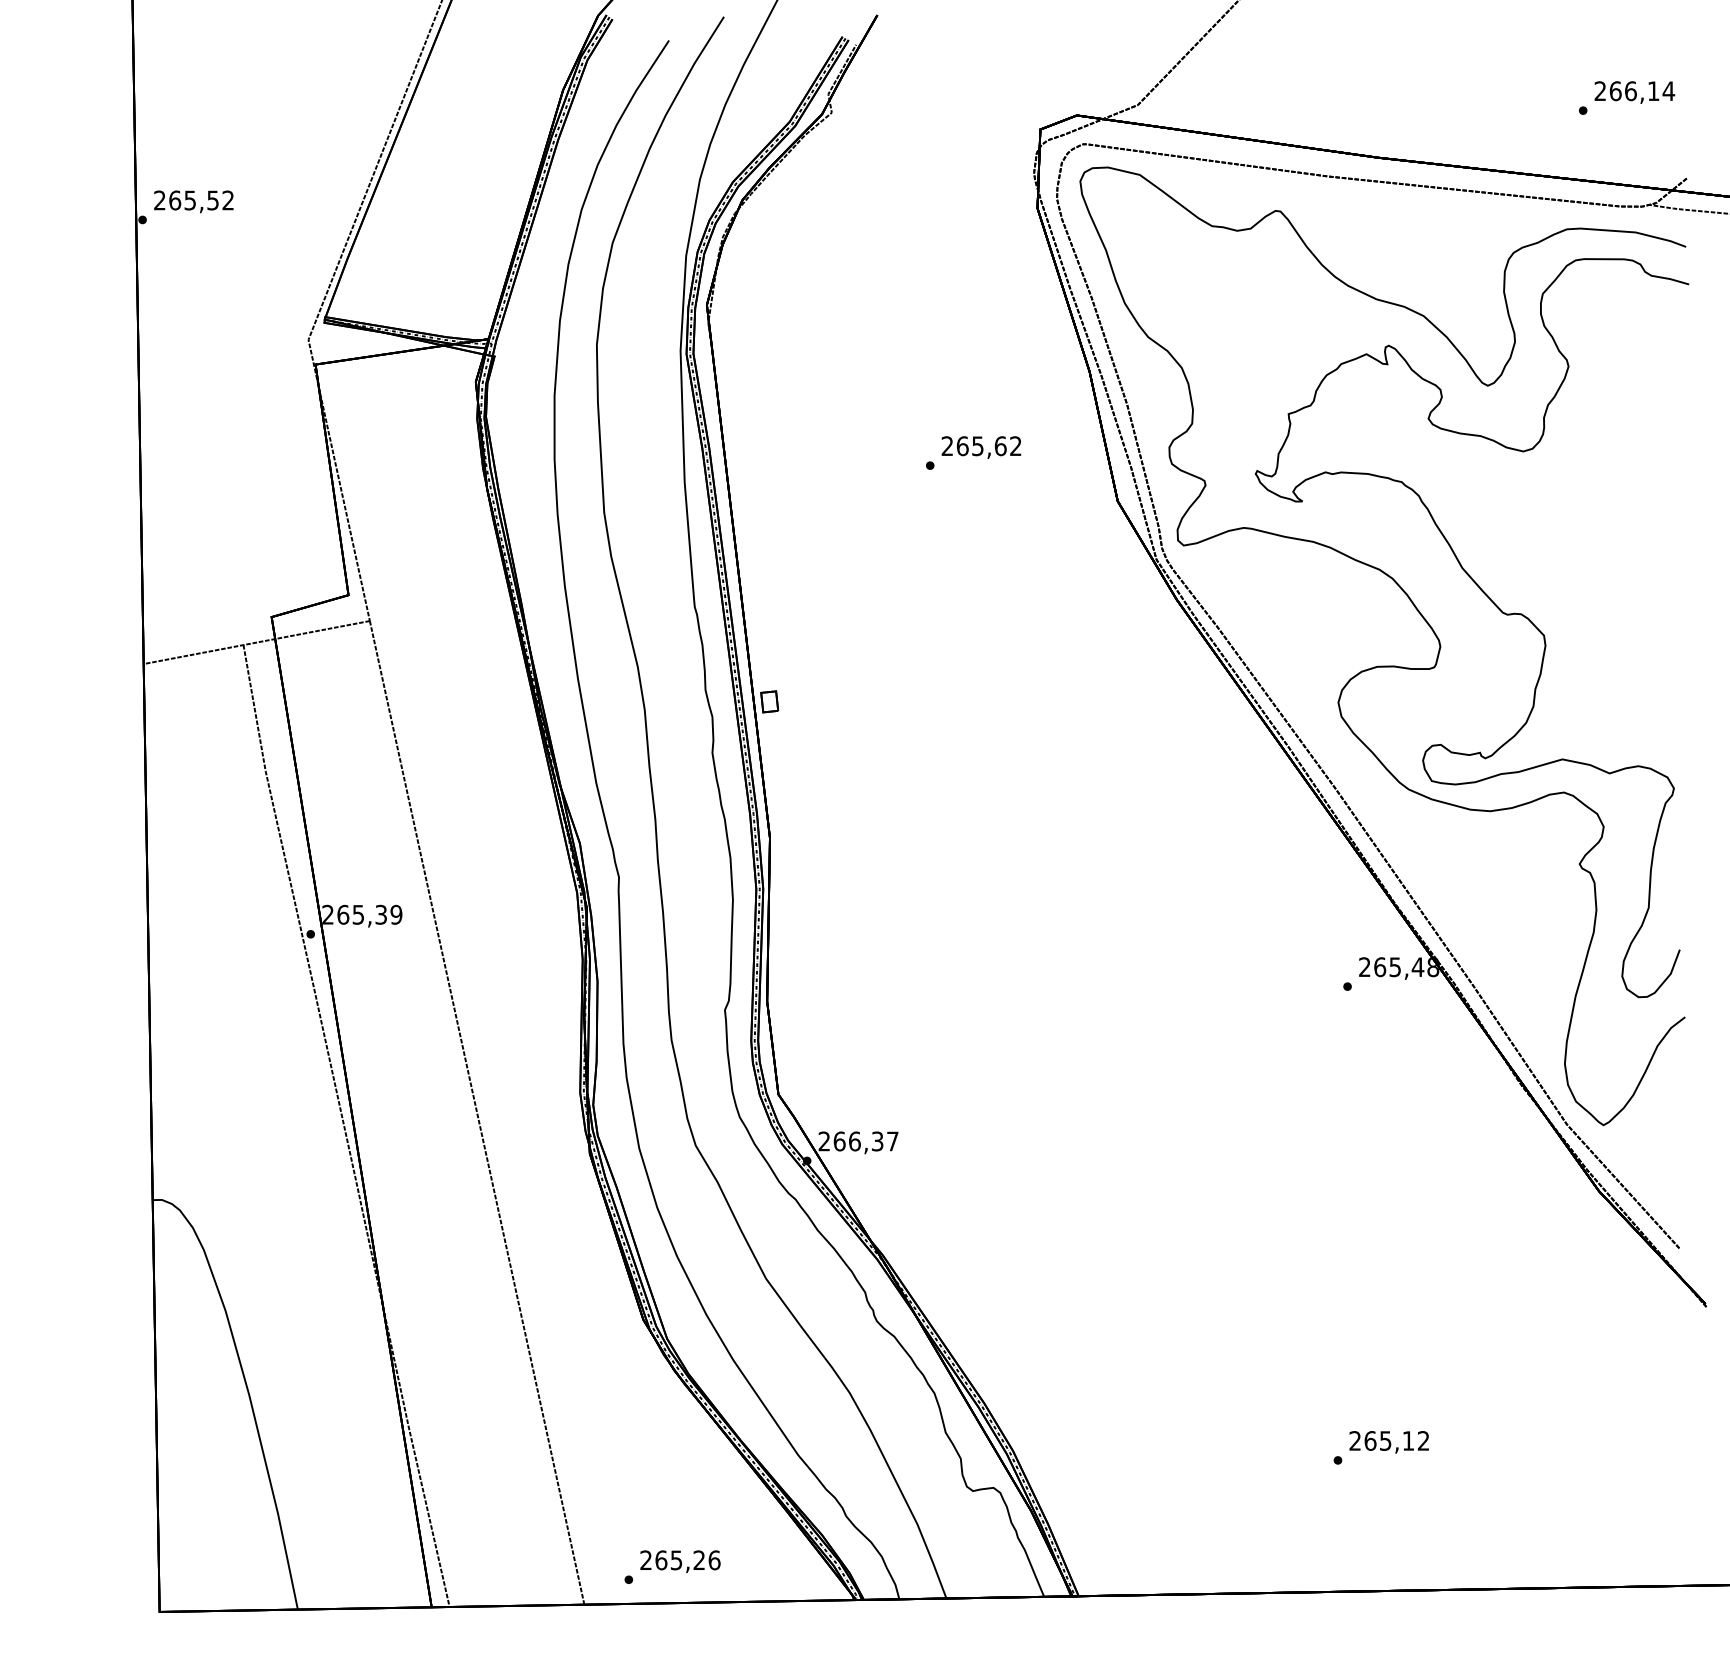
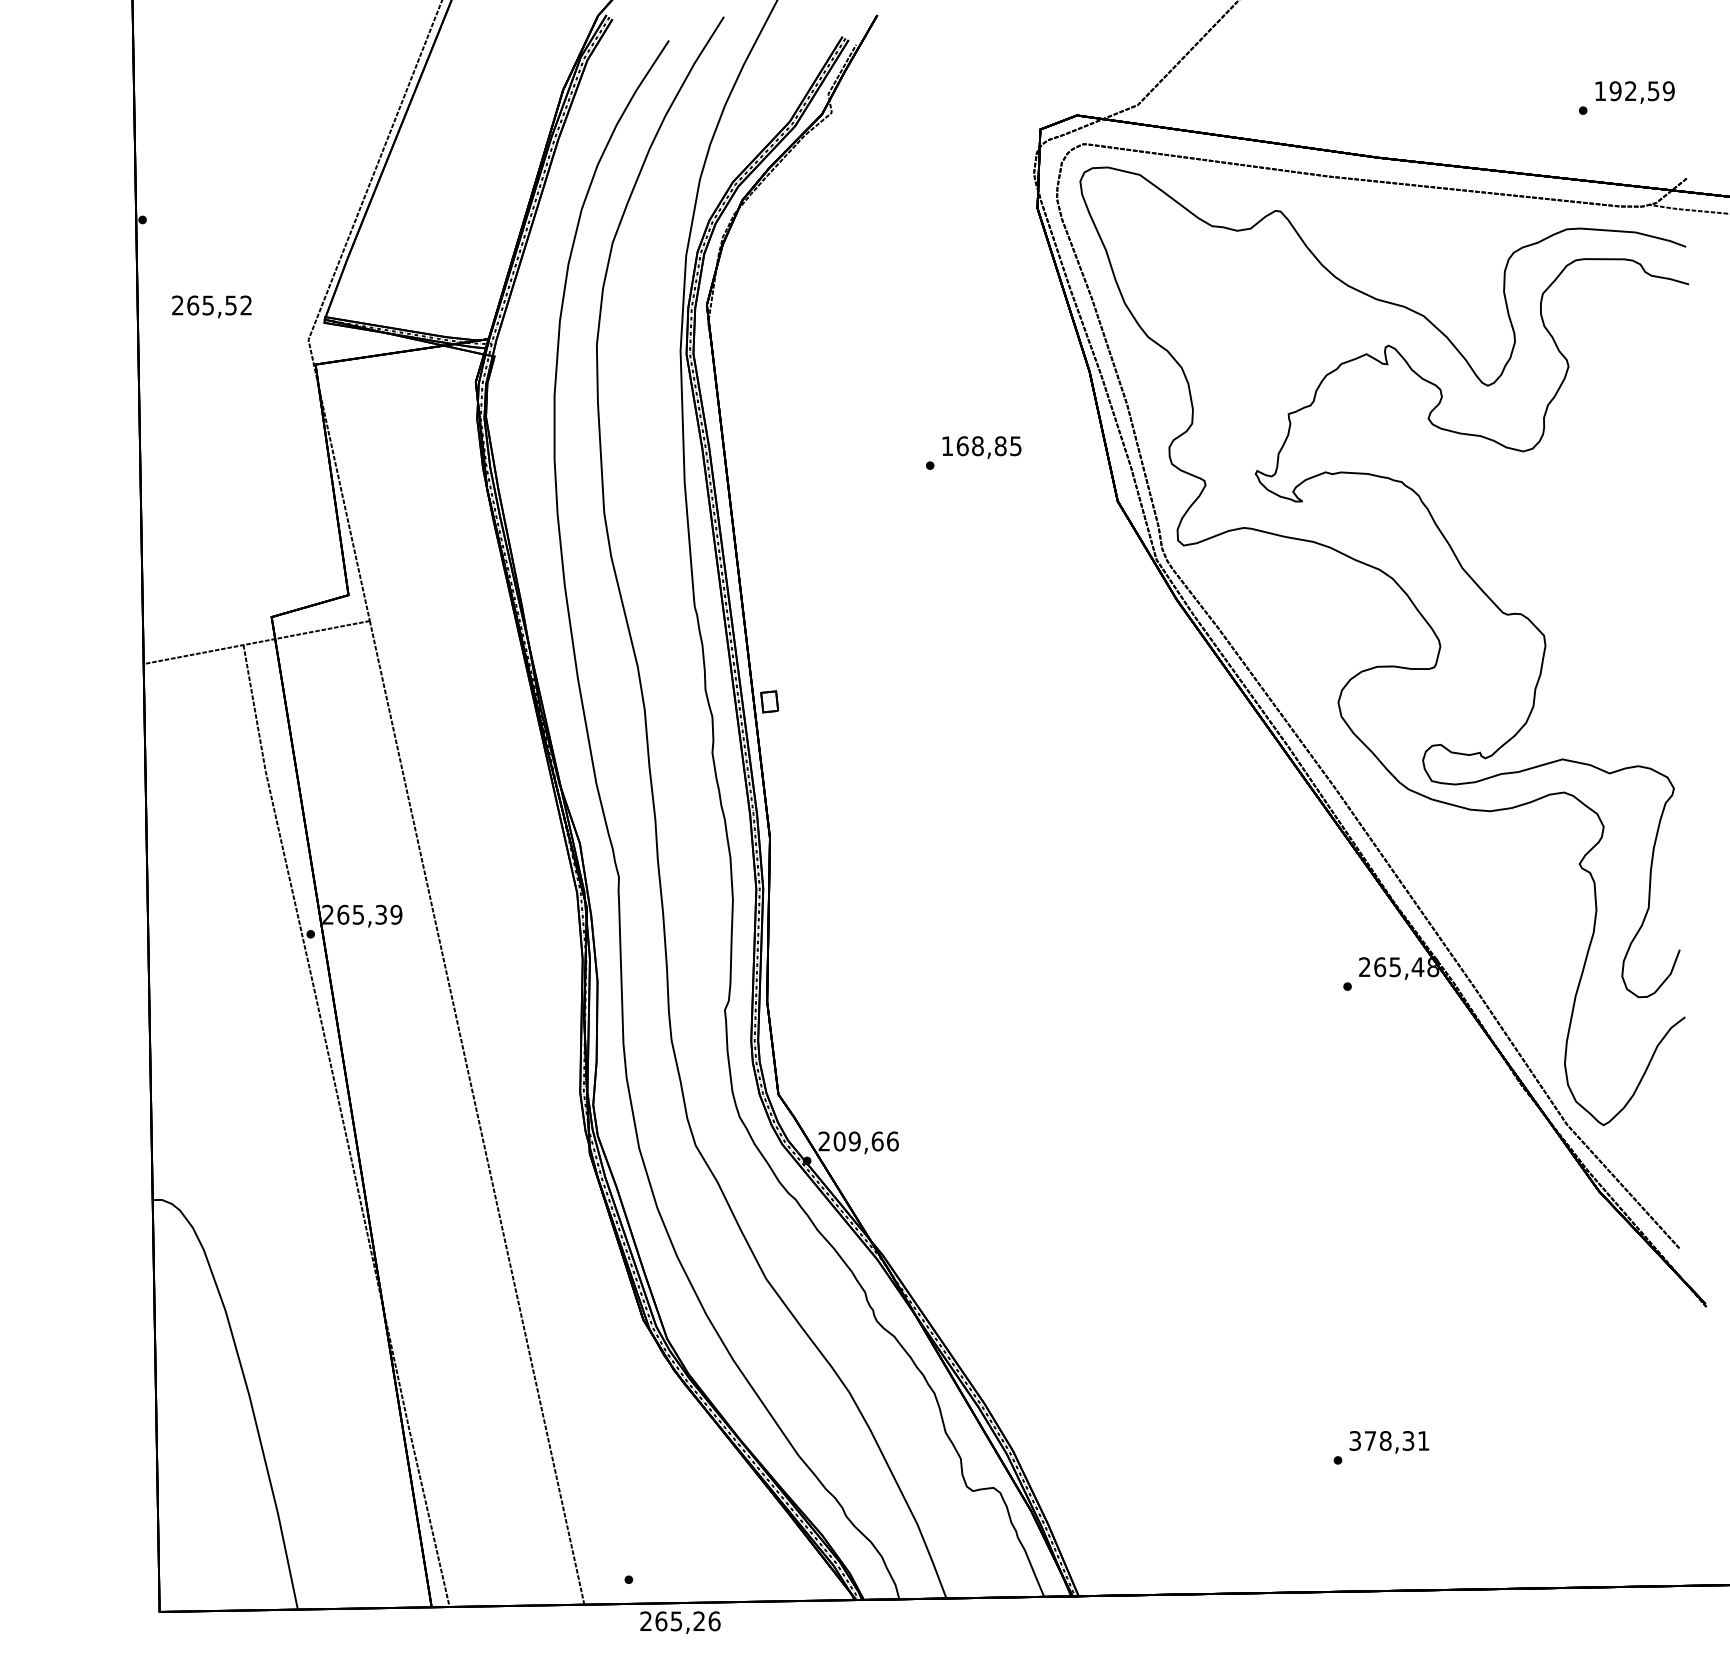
text at (1634, 91): 266,14 -> 192,59
text at (193, 201) position: (193, 201) -> (211, 306)
text at (981, 446): 265,62 -> 168,85
text at (865, 1141): 266,37 -> 209,66
text at (1389, 1440): 265,12 -> 378,31
text at (680, 1561) position: (680, 1561) -> (680, 1622)
